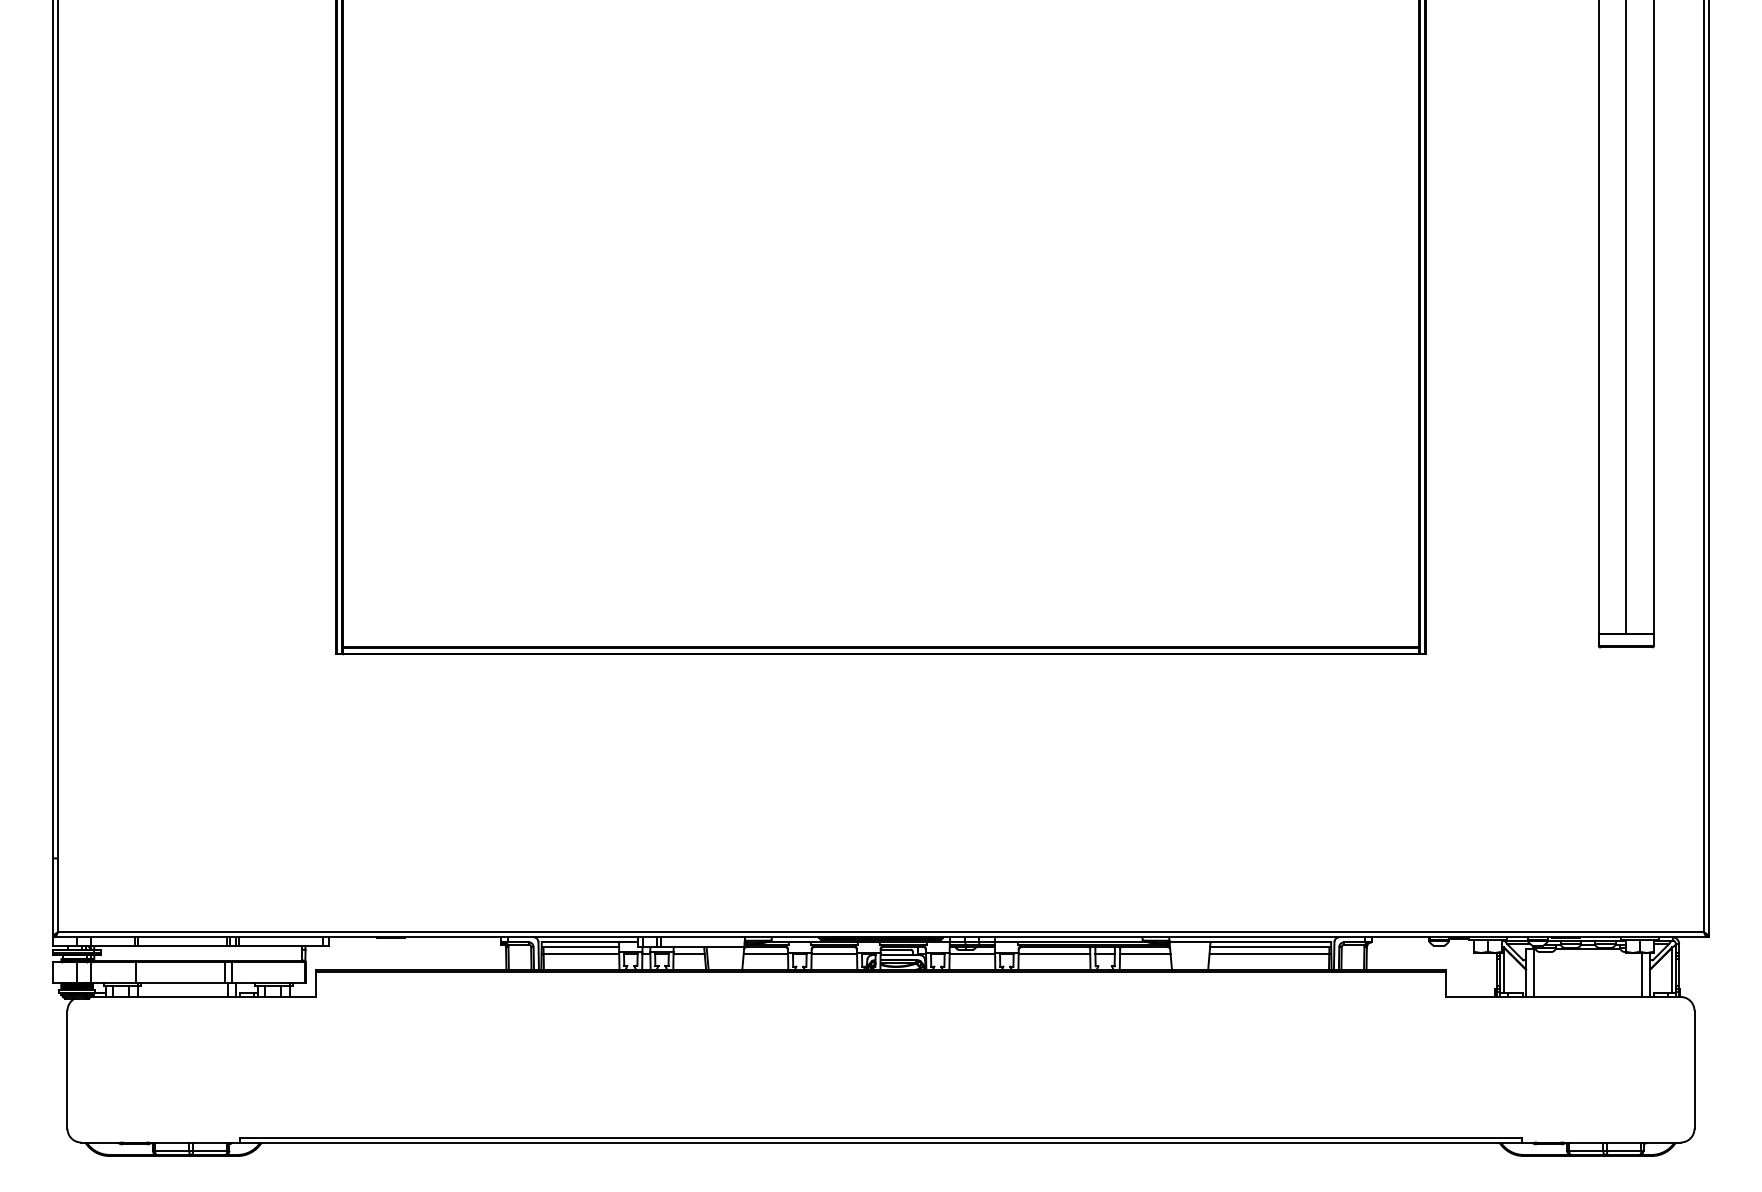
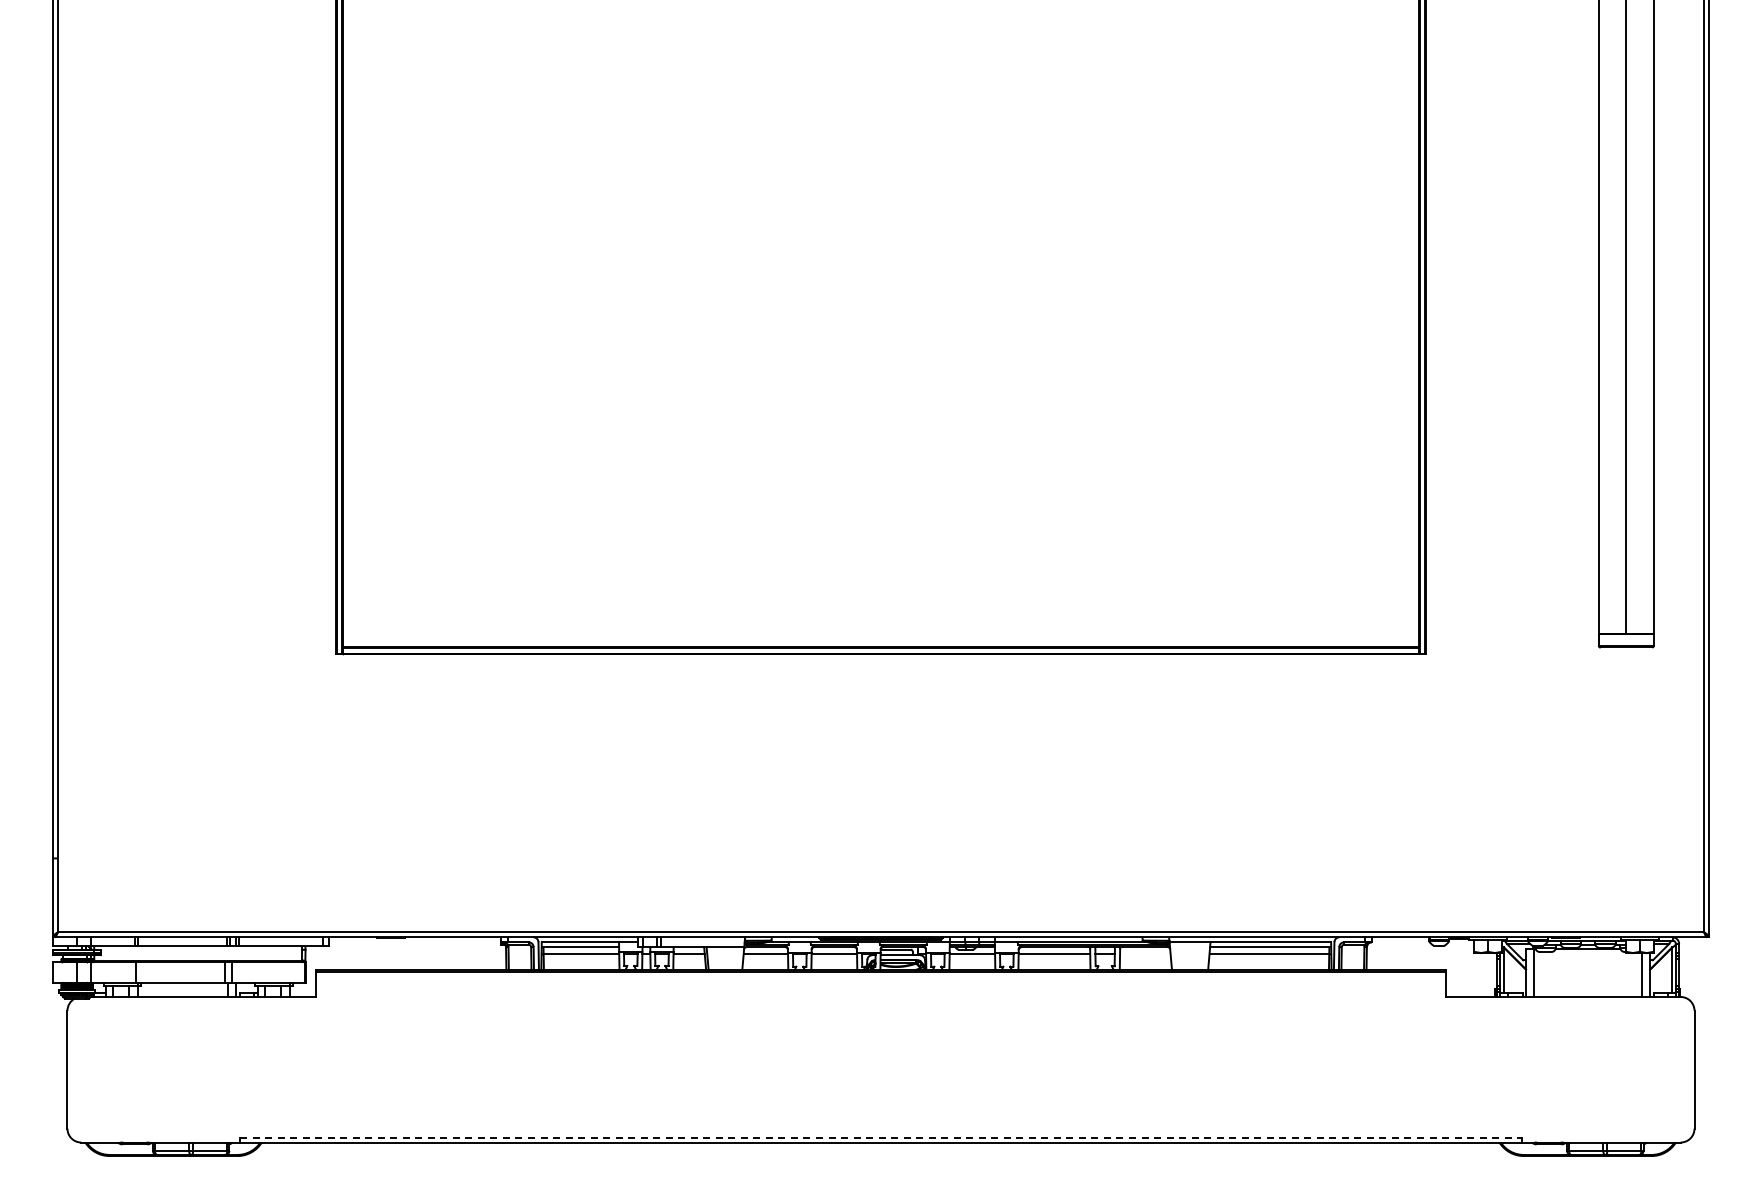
line at (1145, 954): present -> none
line at (881, 1137): solid -> dashed
